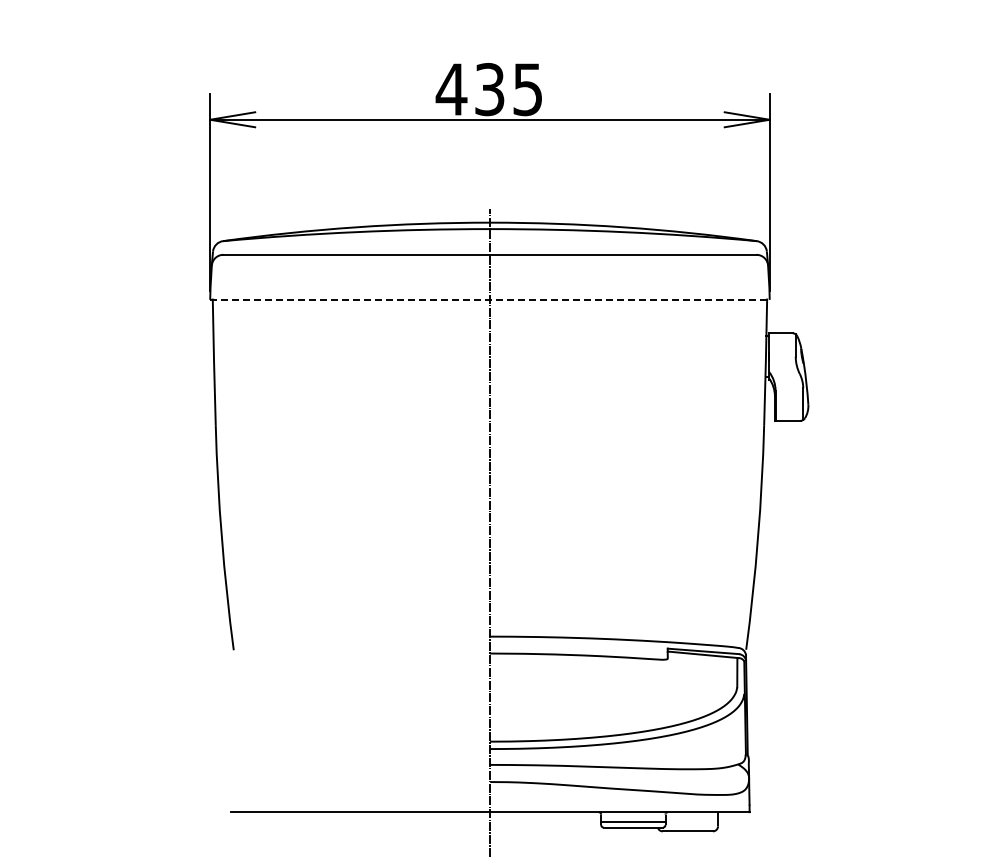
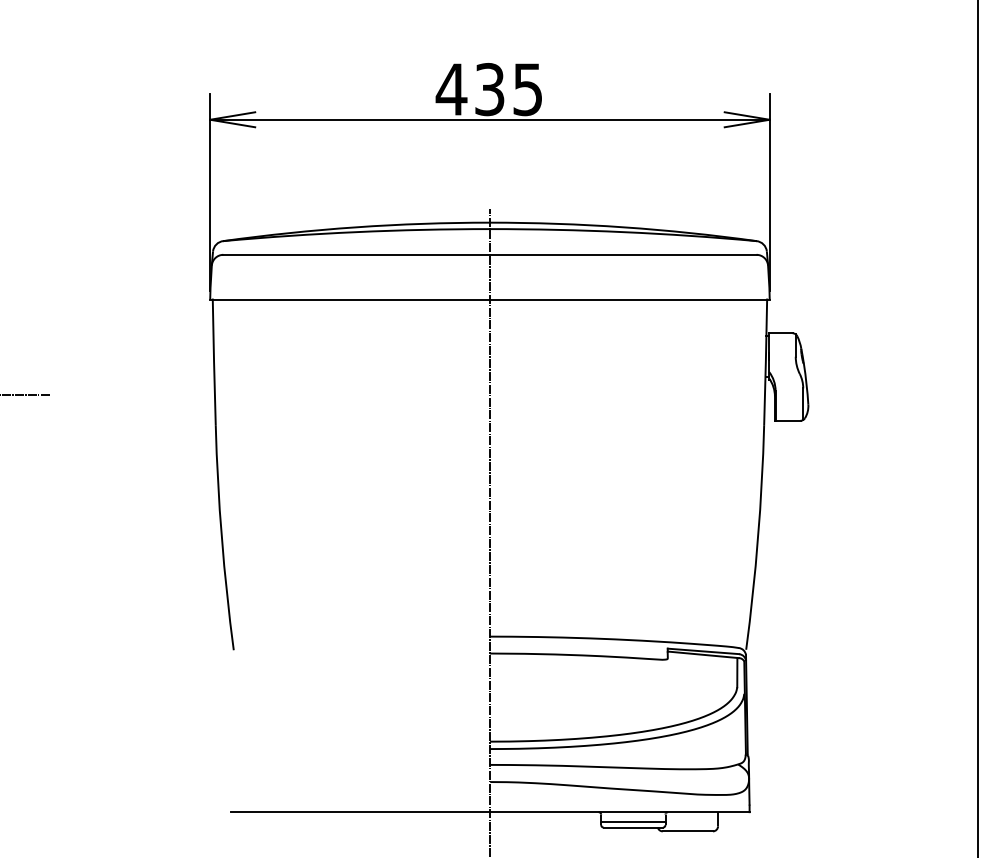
line at (489, 299): dashed -> solid
line at (26, 395): none -> present
line at (977, 428): none -> present
